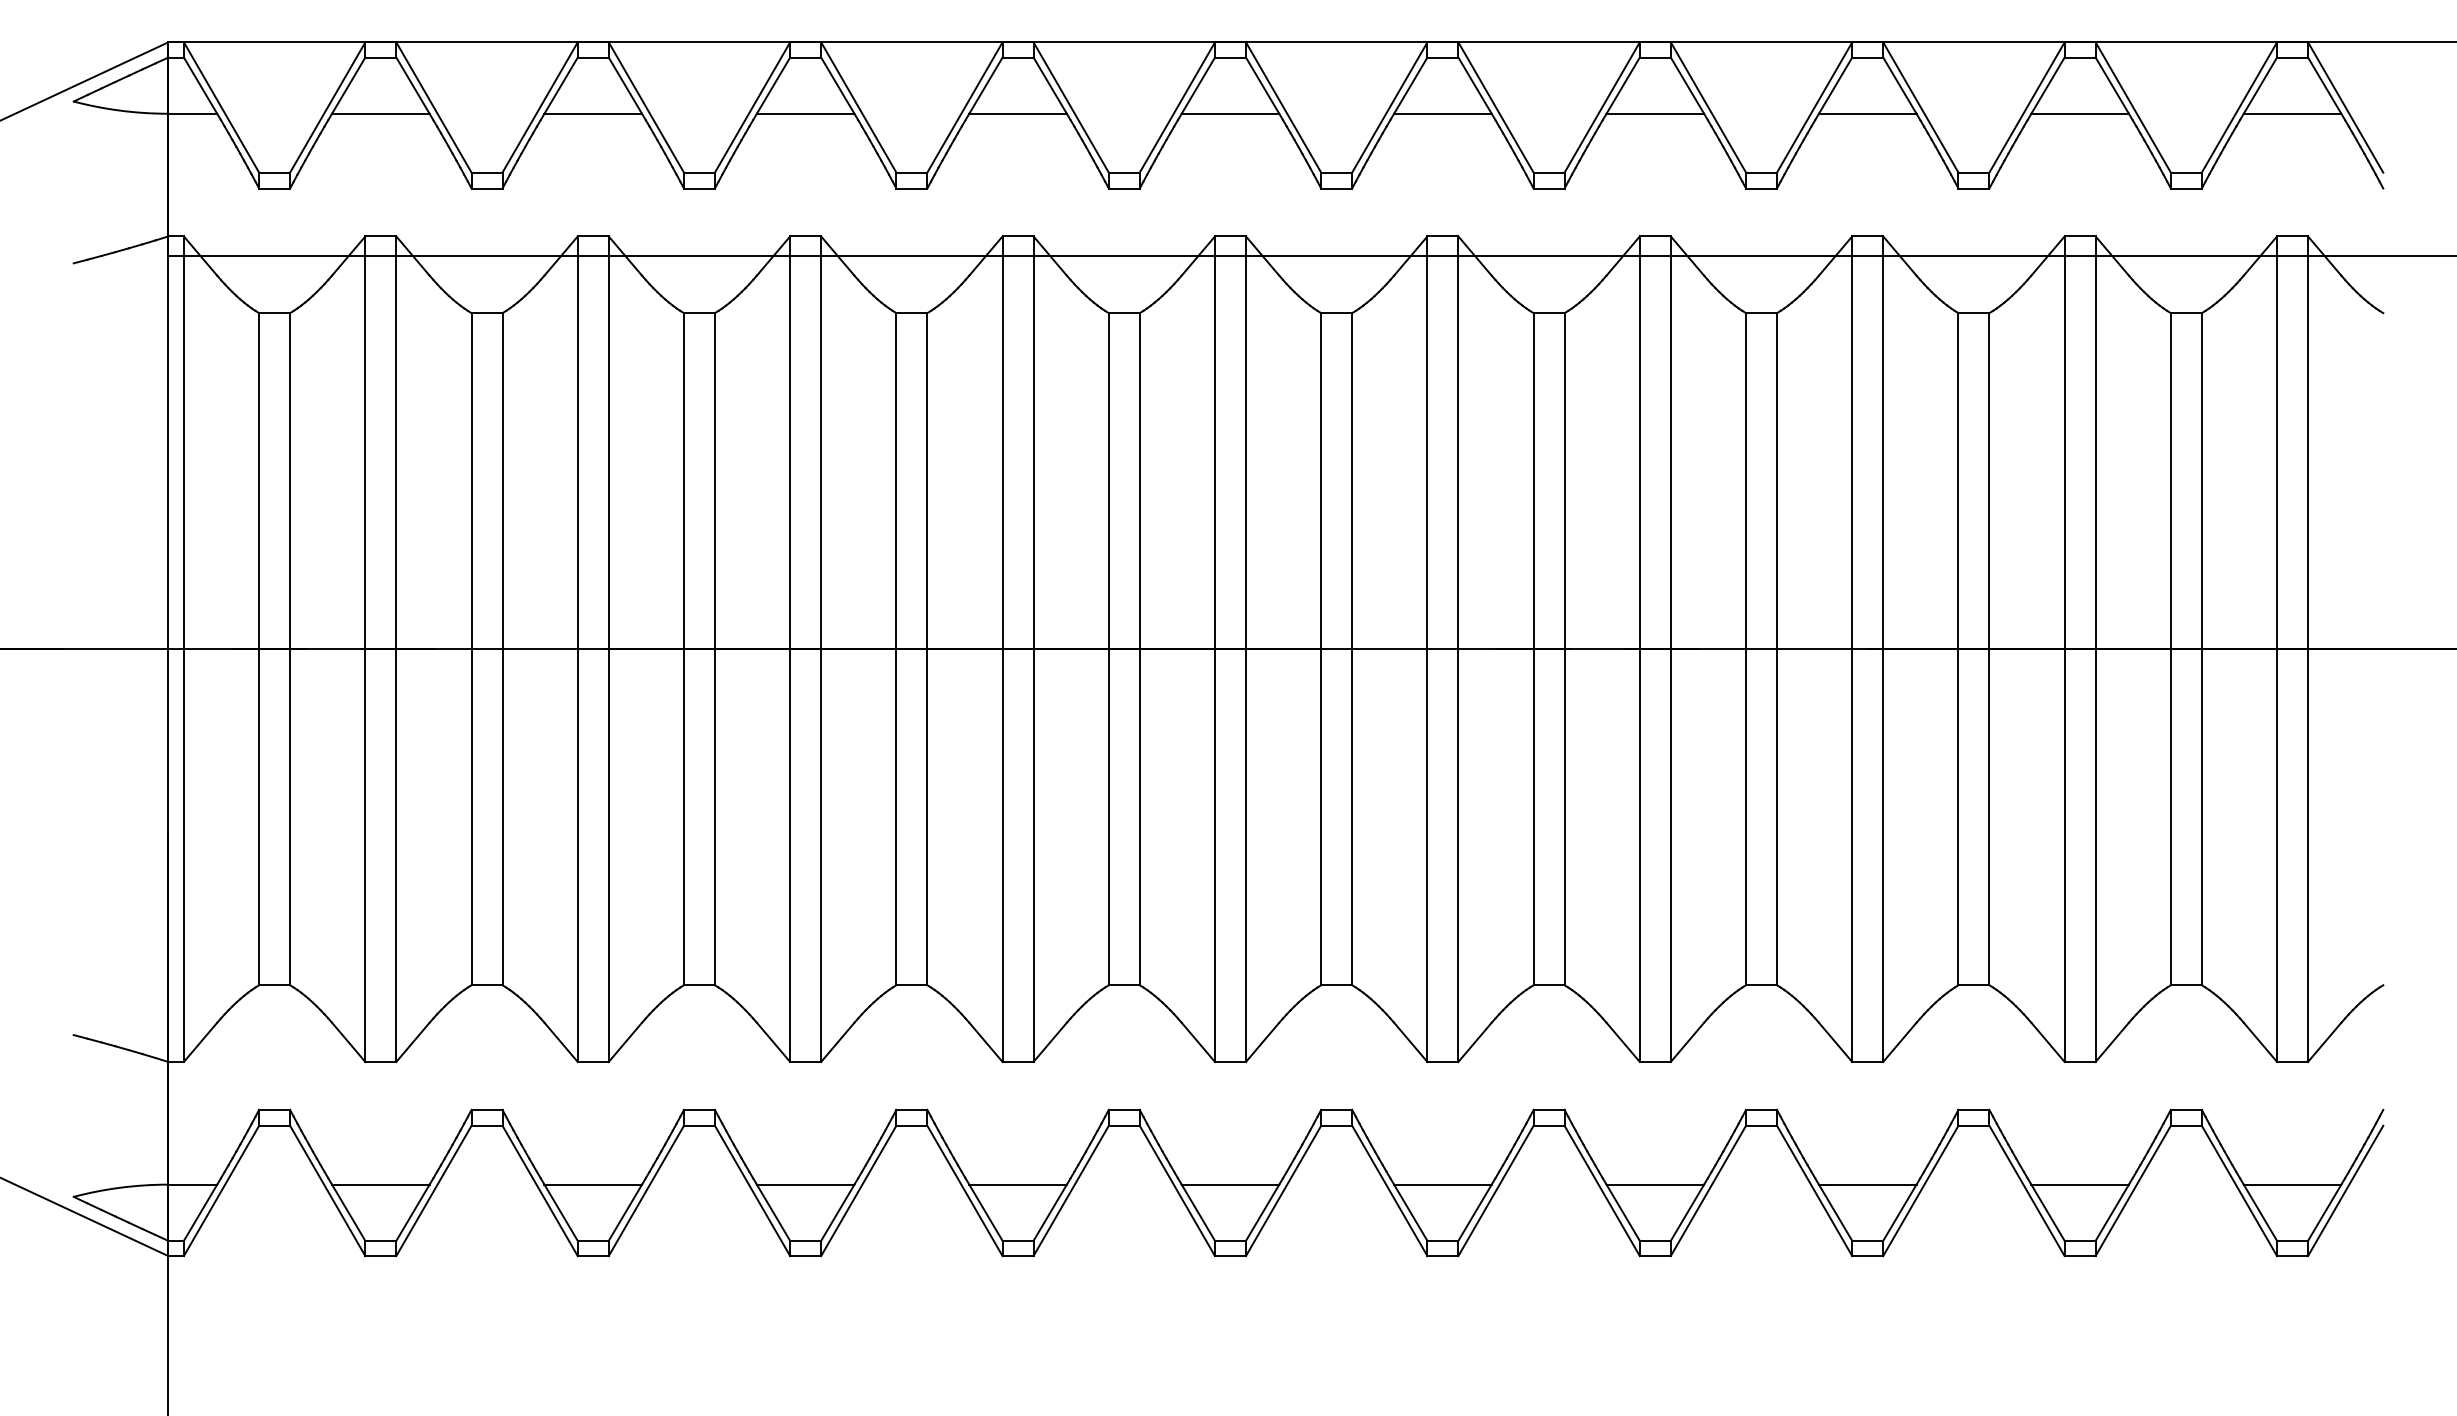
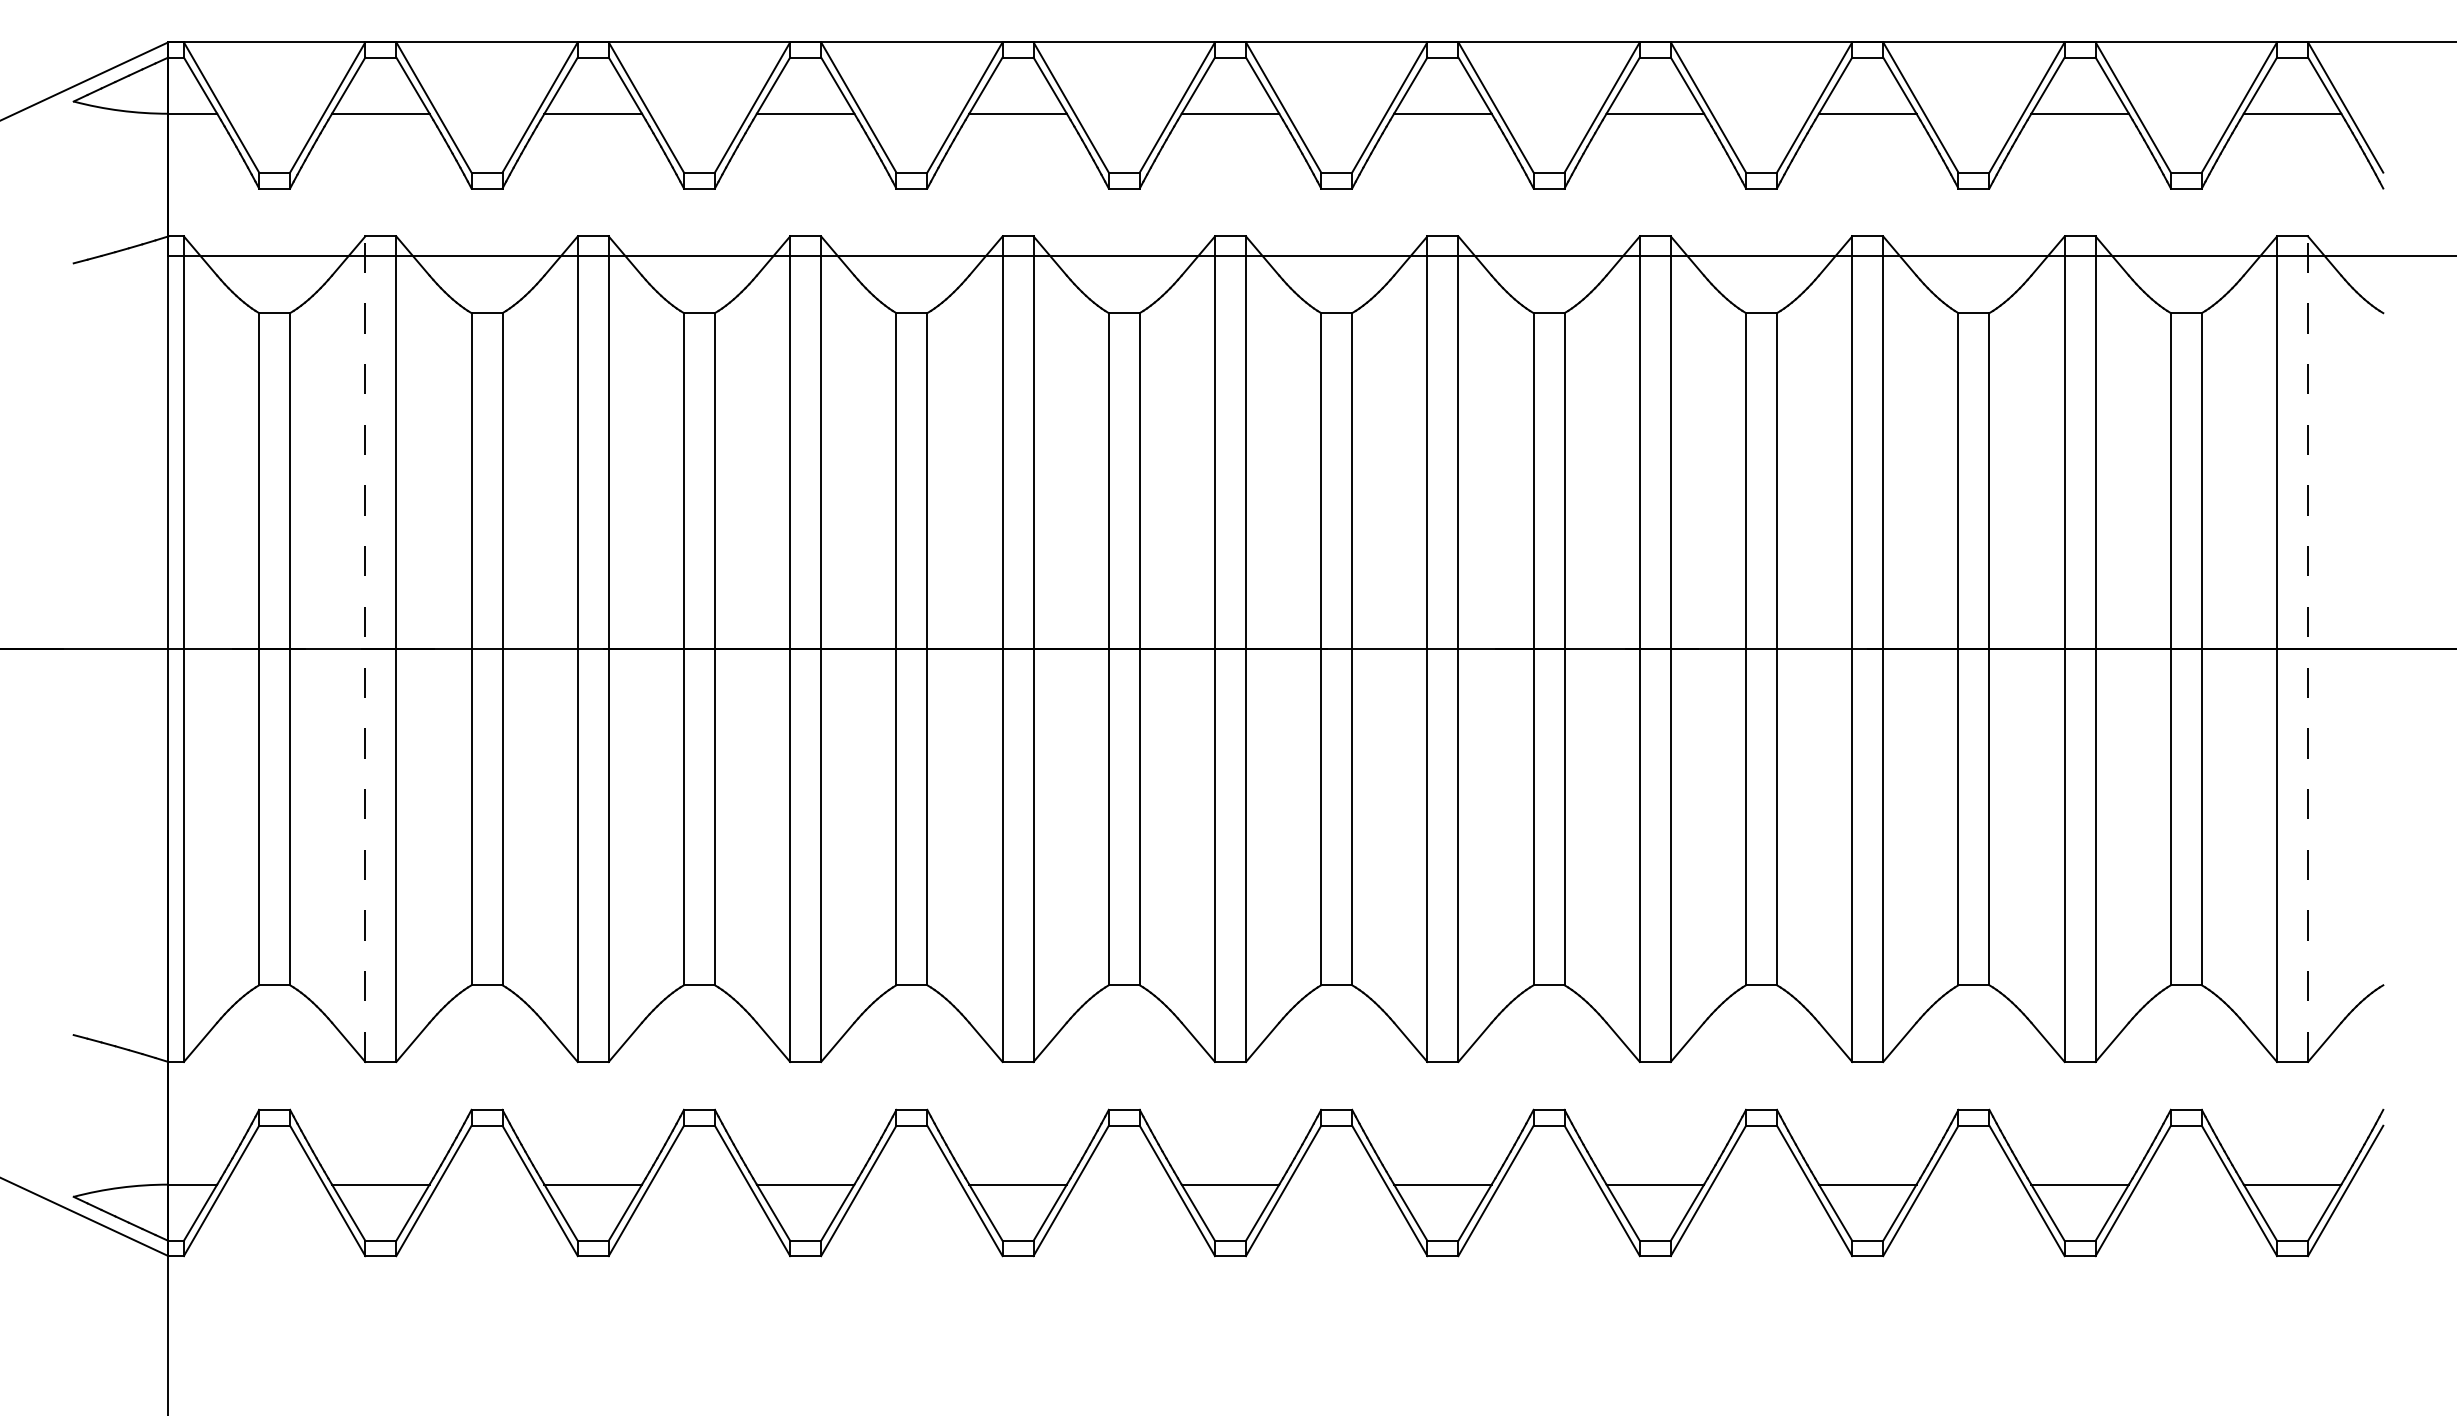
line at (365, 649): solid -> dashed
line at (2308, 649): solid -> dashed
